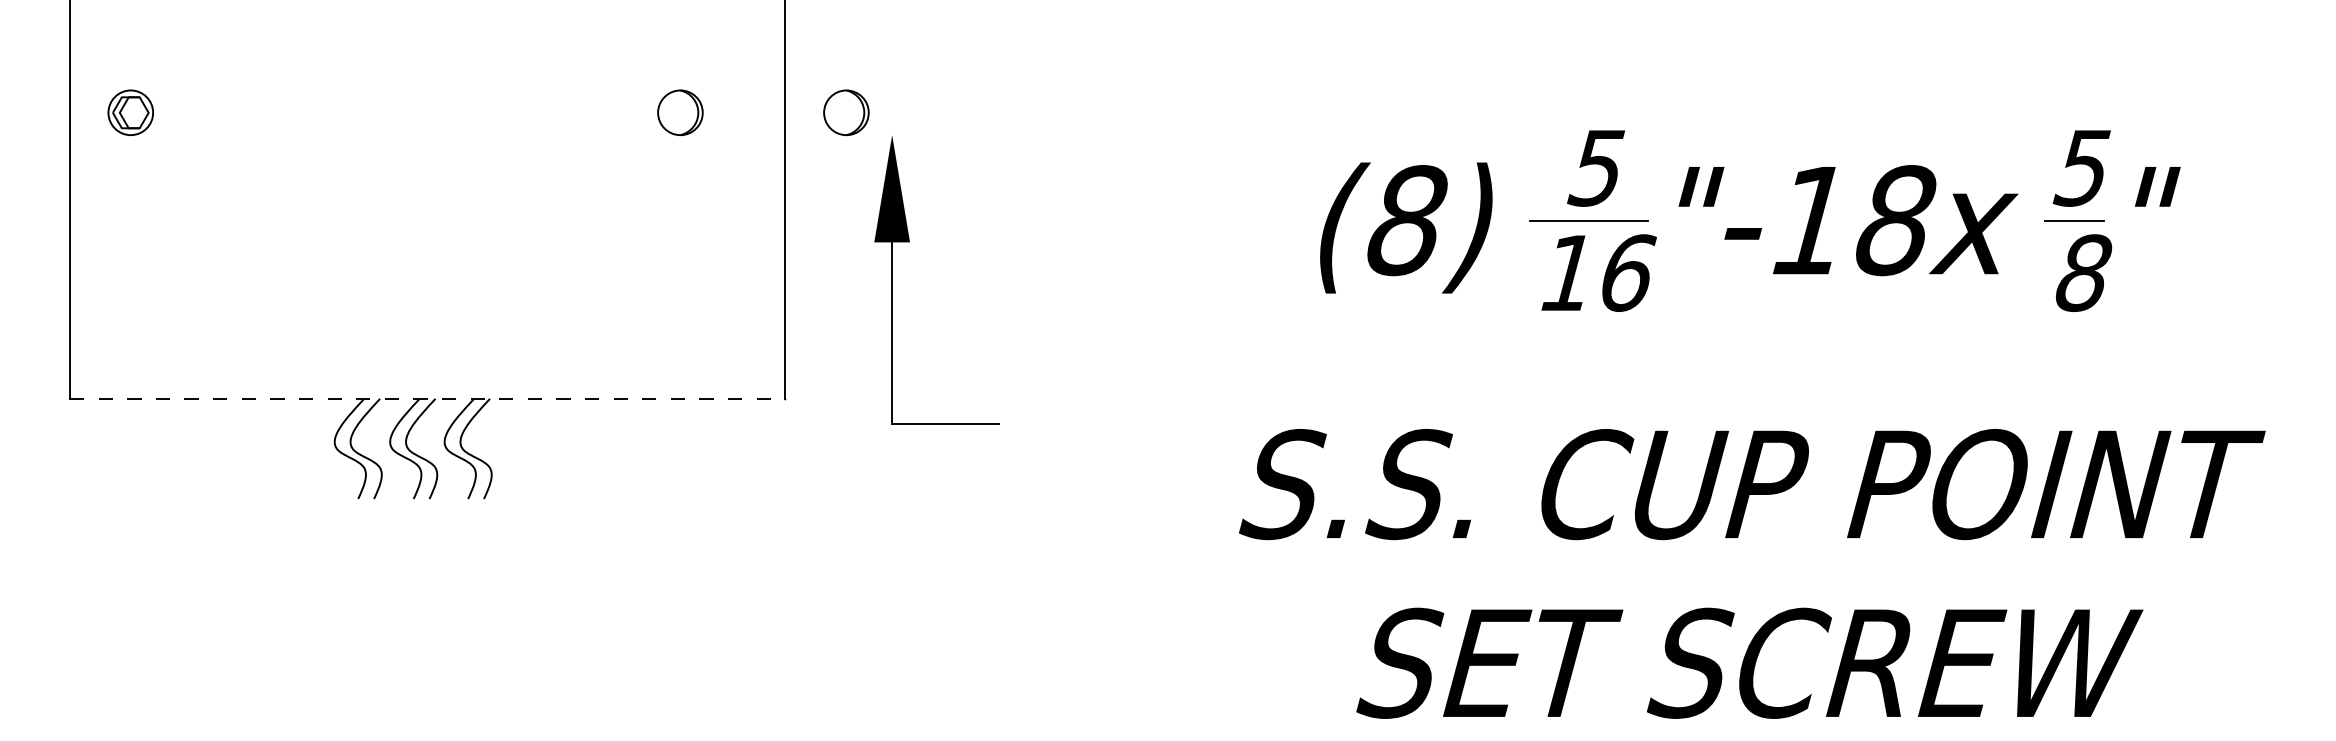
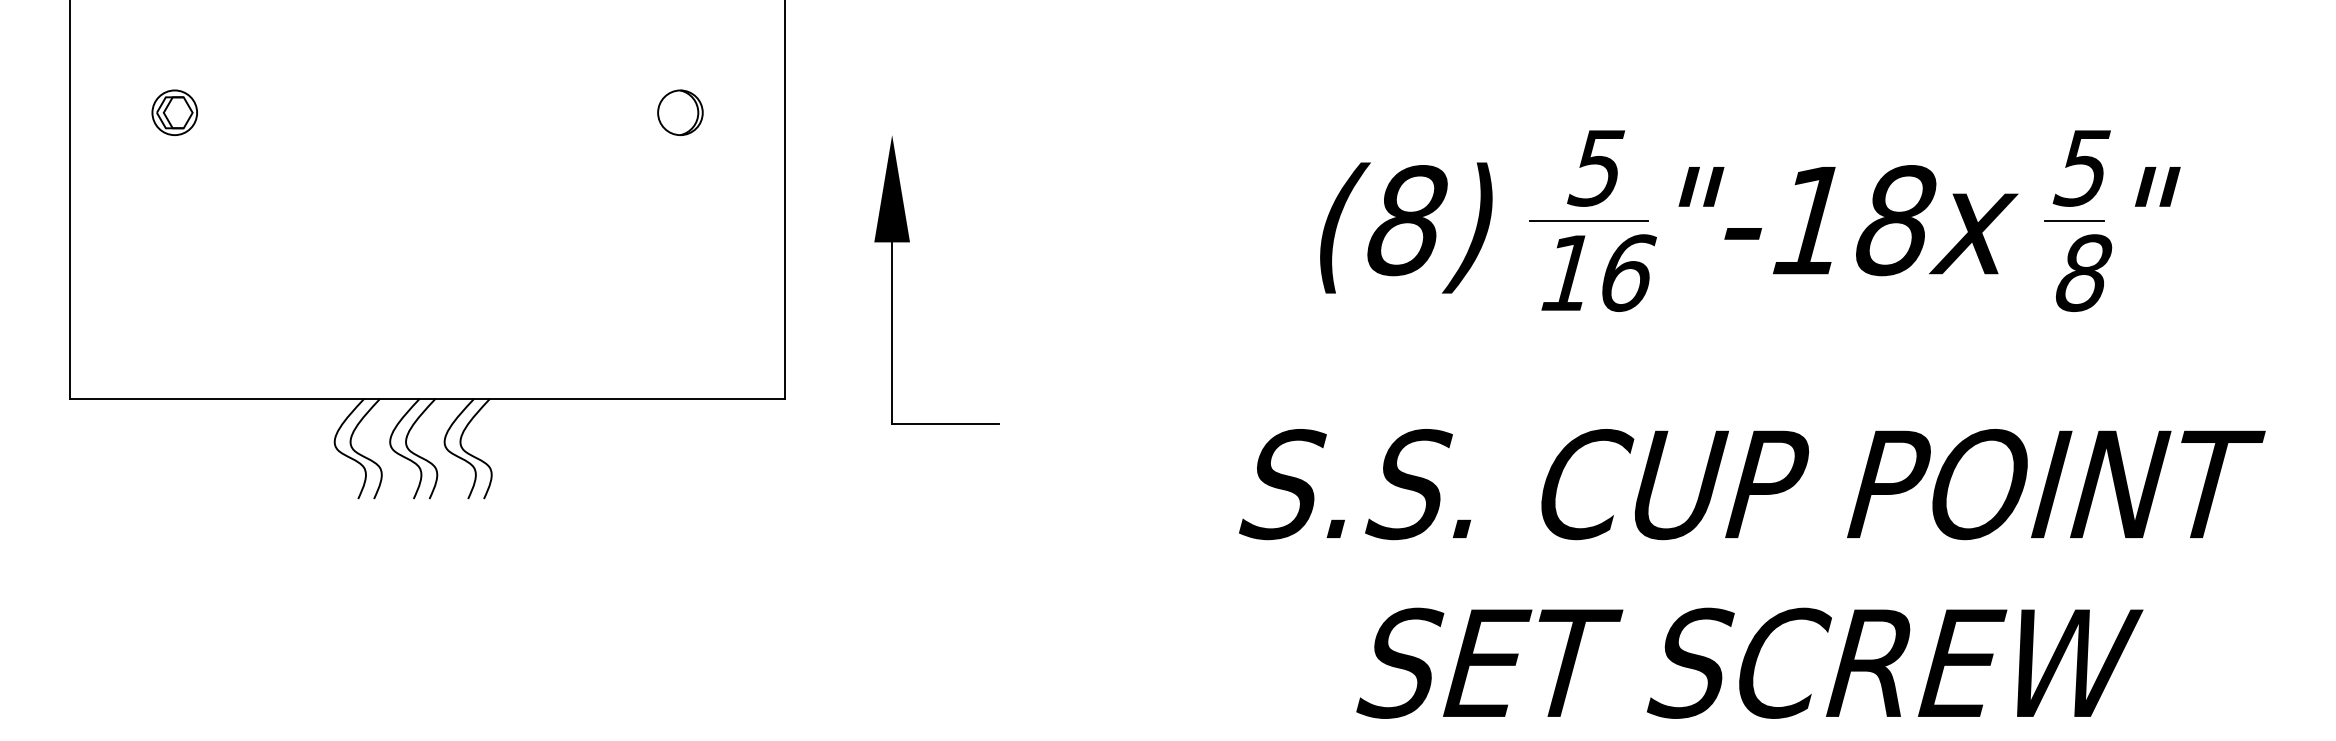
part at (130, 112) position: (130, 112) -> (174, 112)
part at (846, 112): present -> none
line at (427, 398): dashed -> solid
